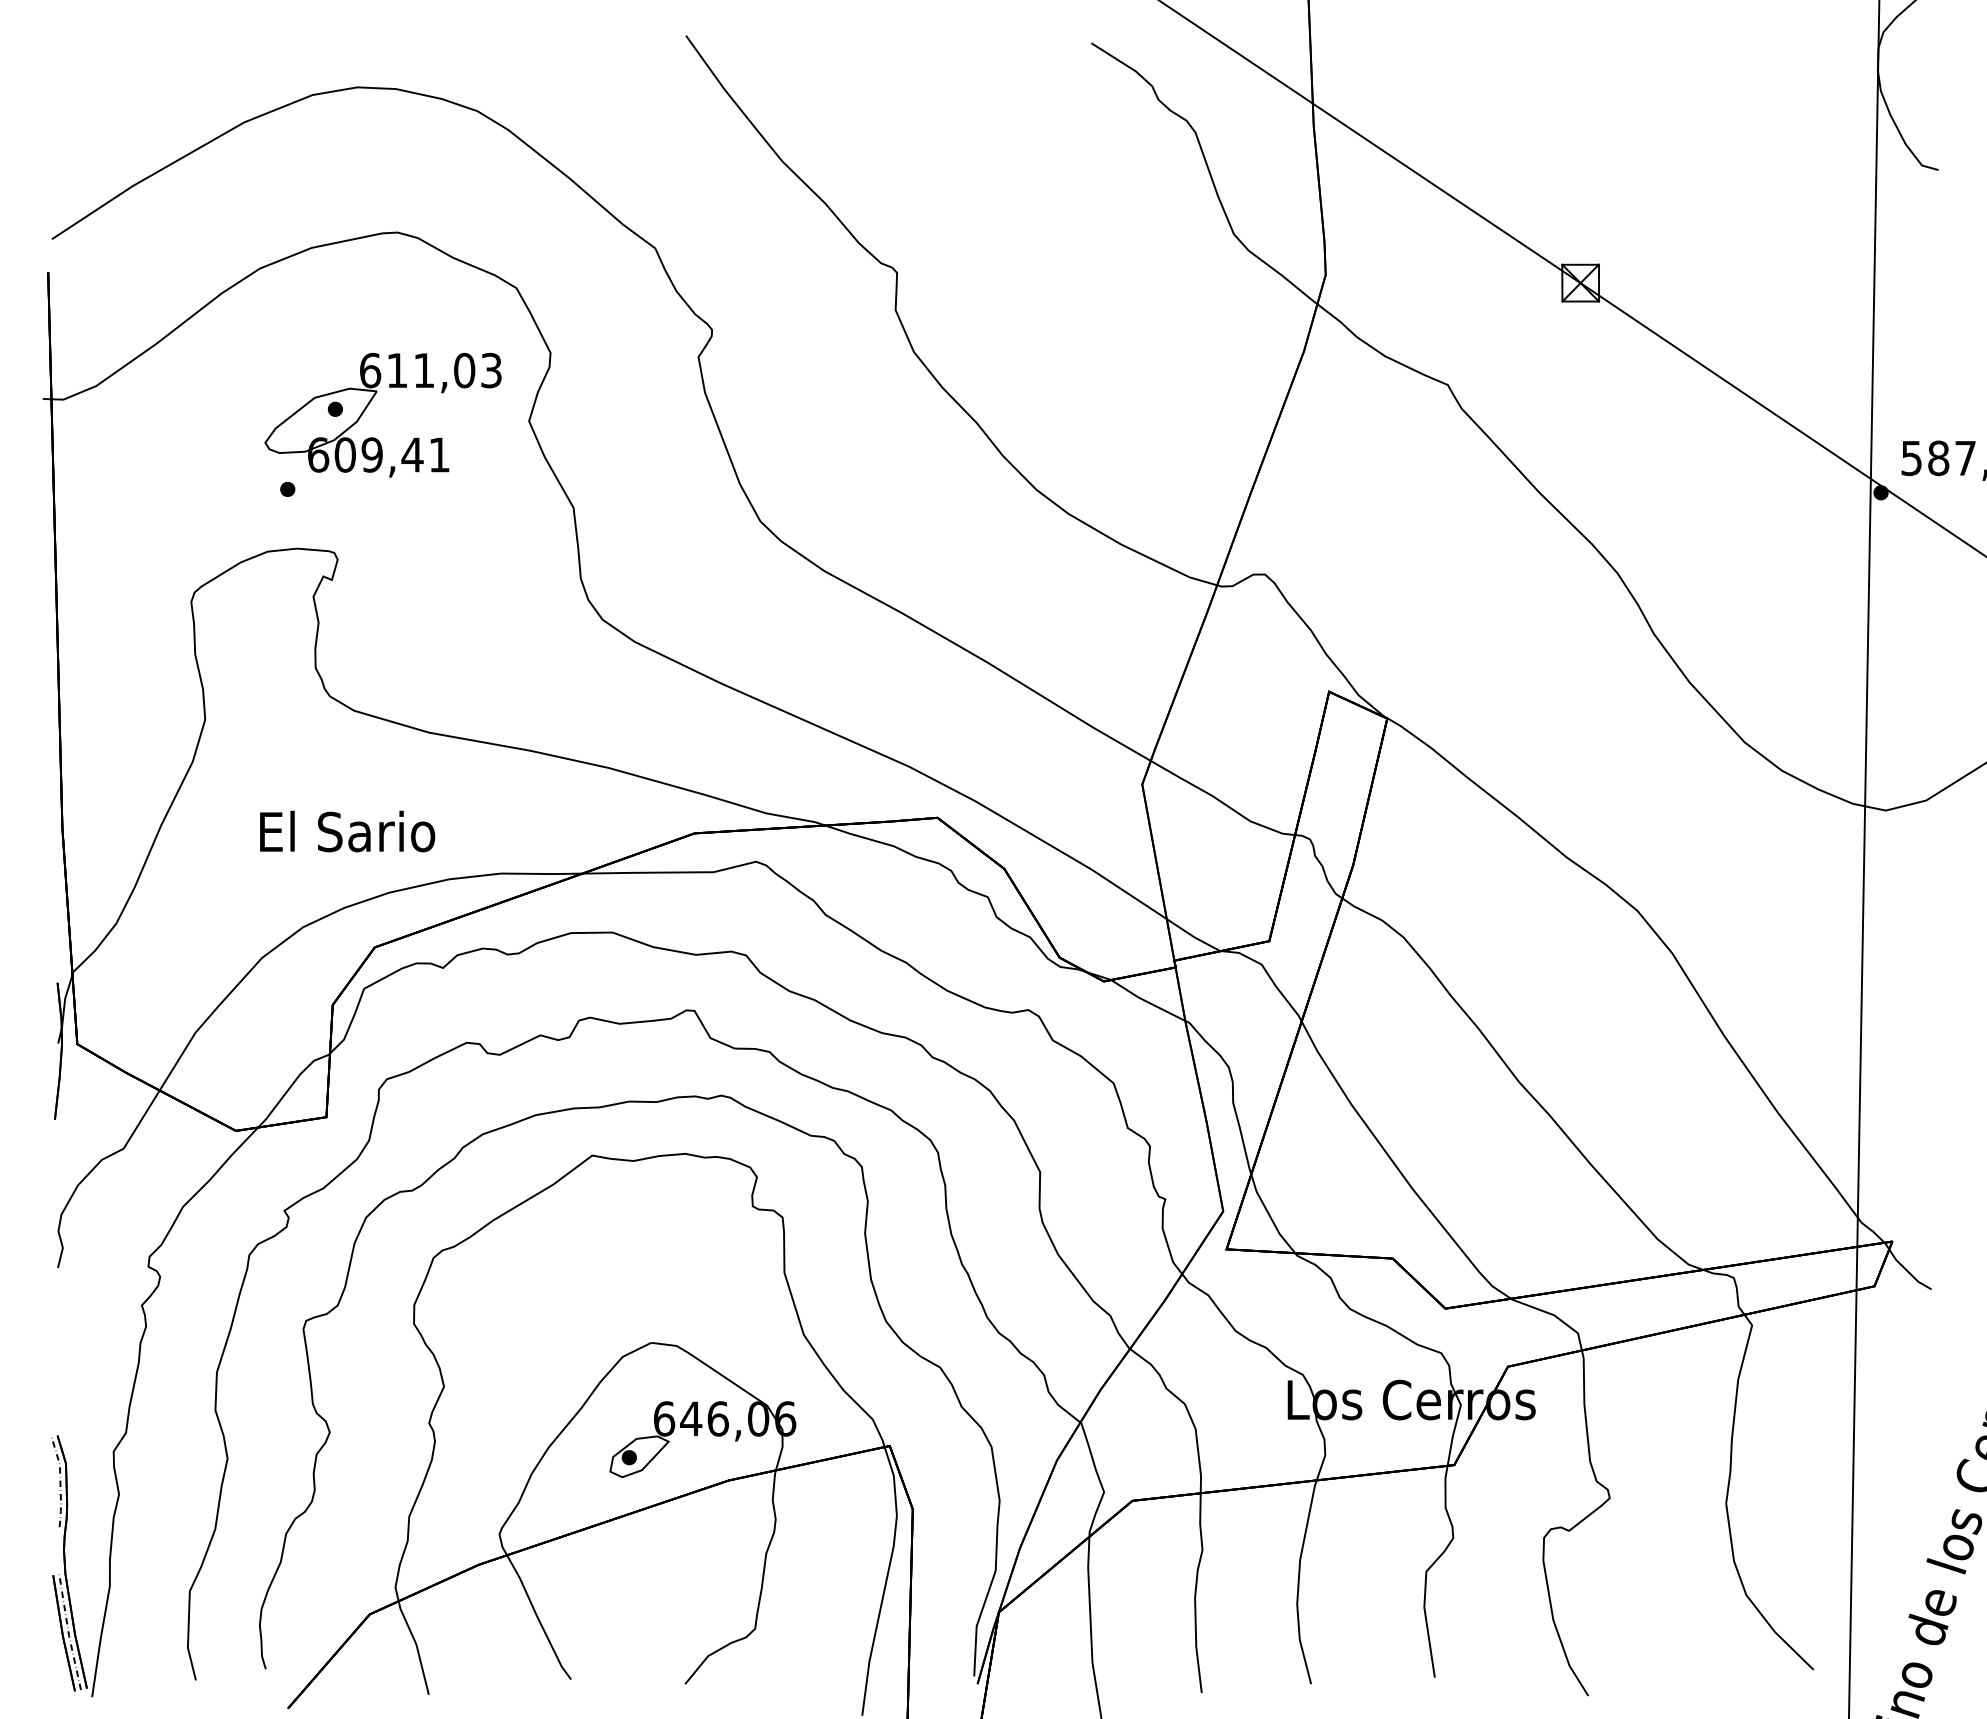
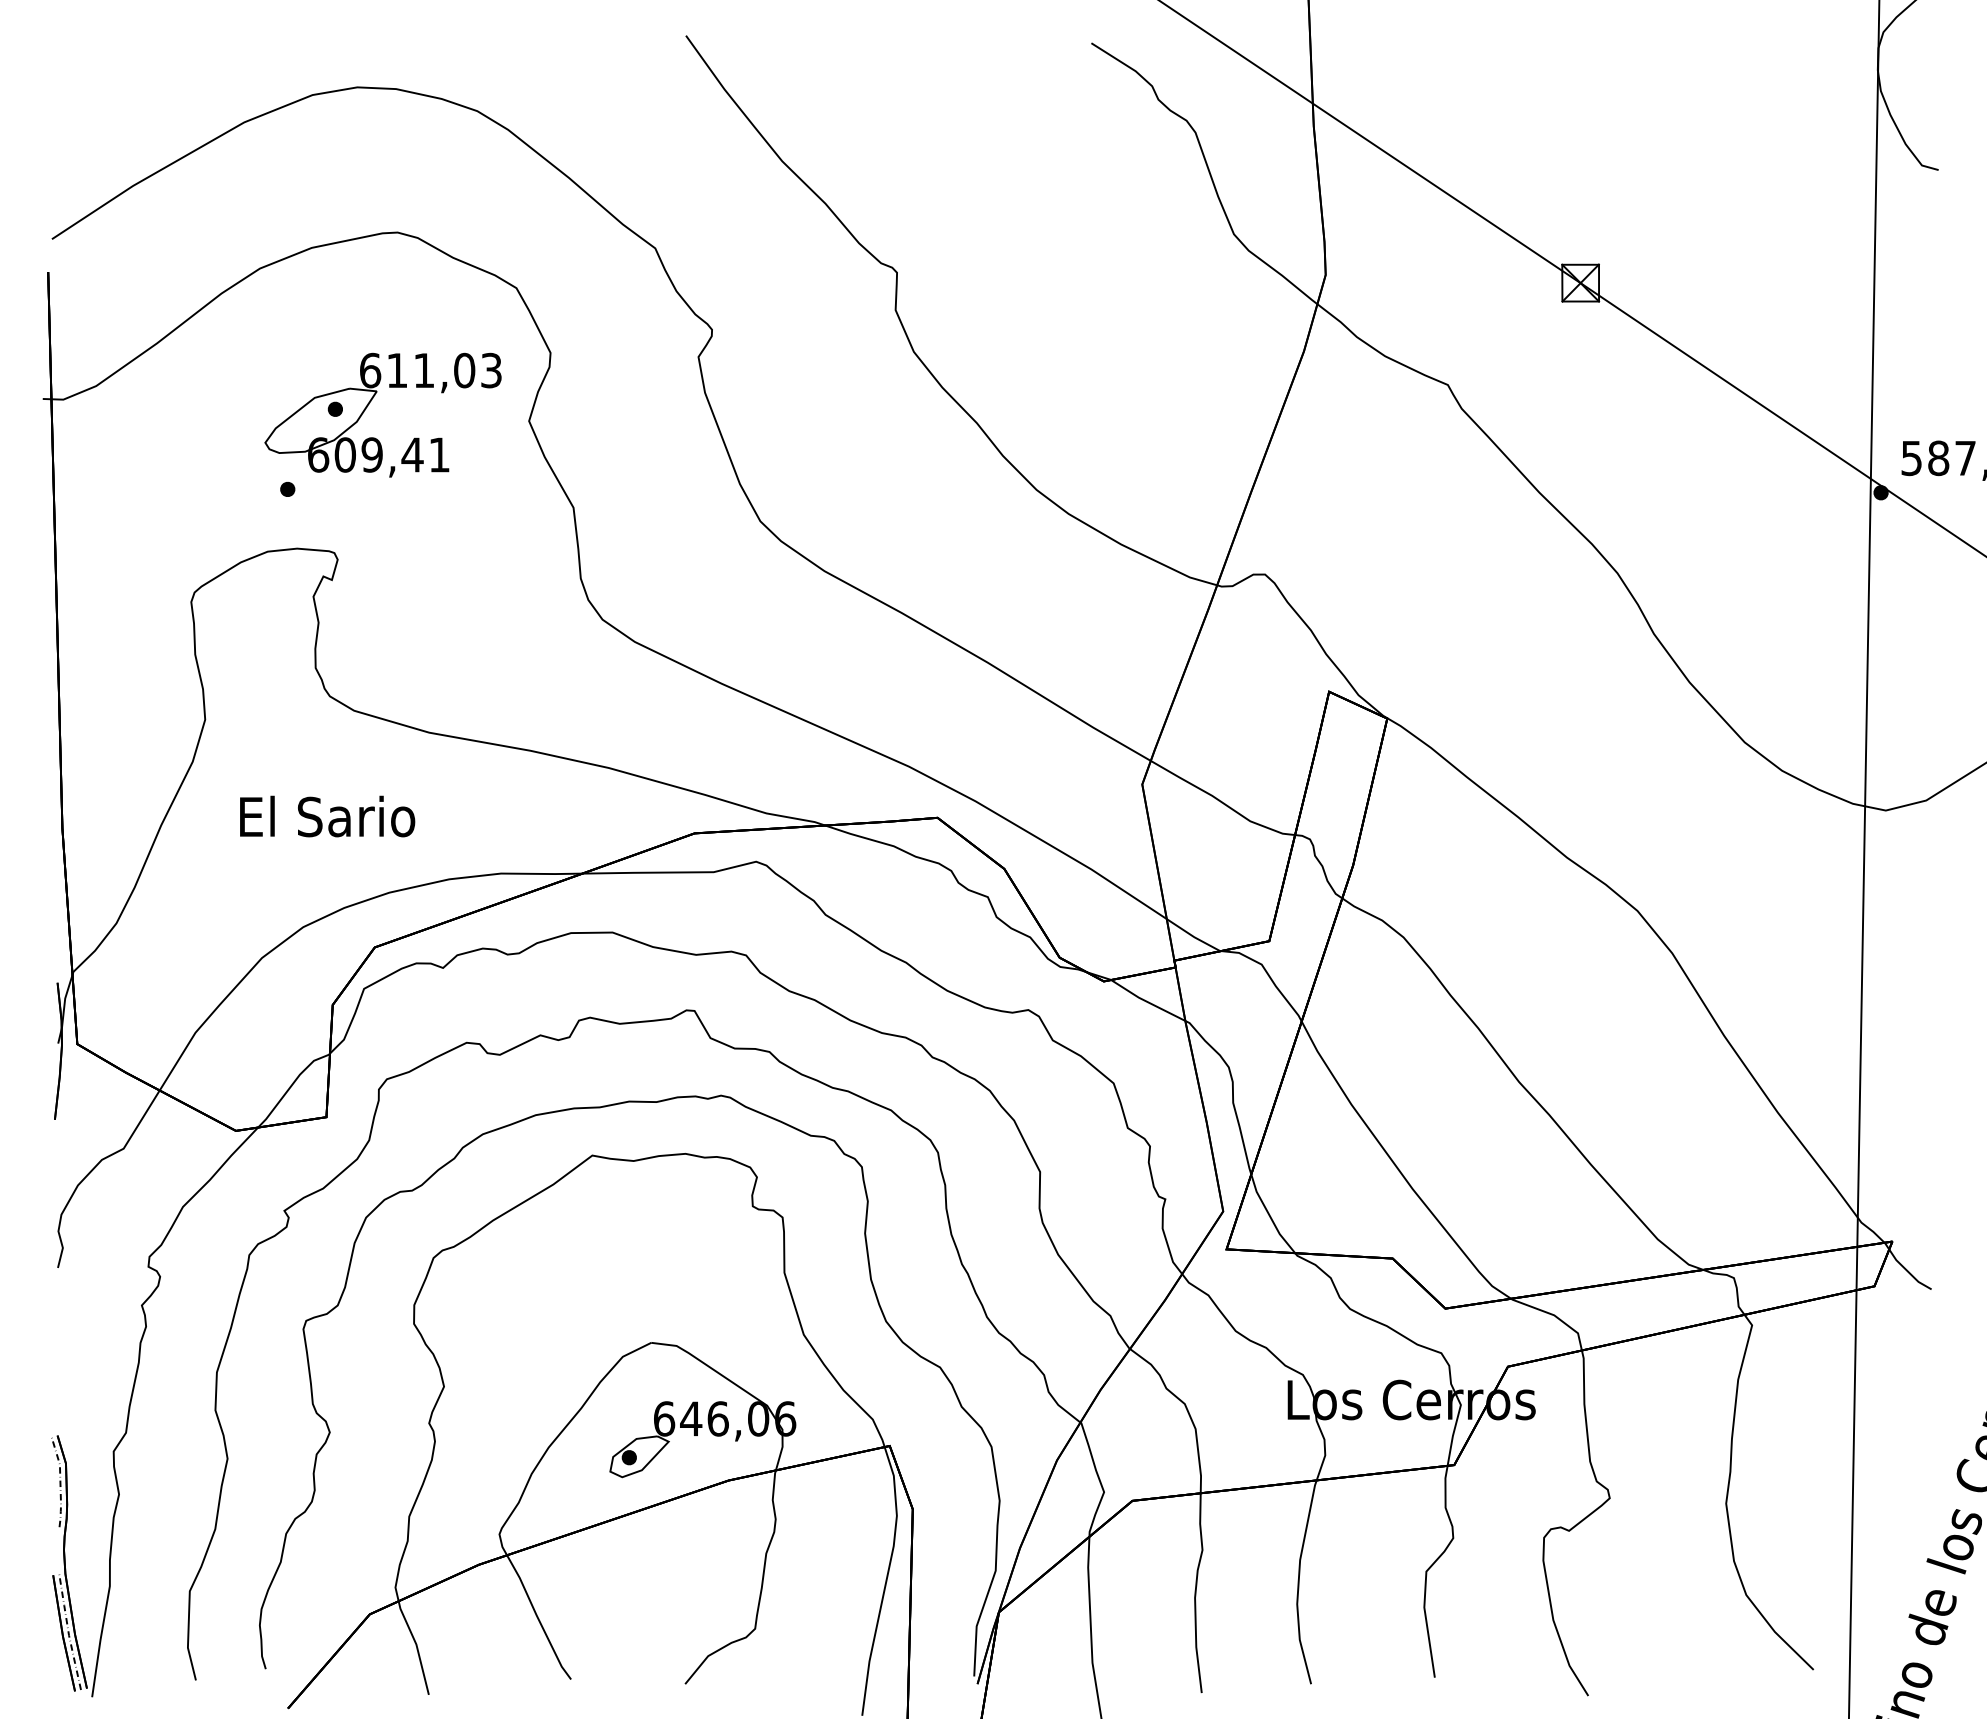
text at (347, 831) position: (347, 831) -> (327, 816)
